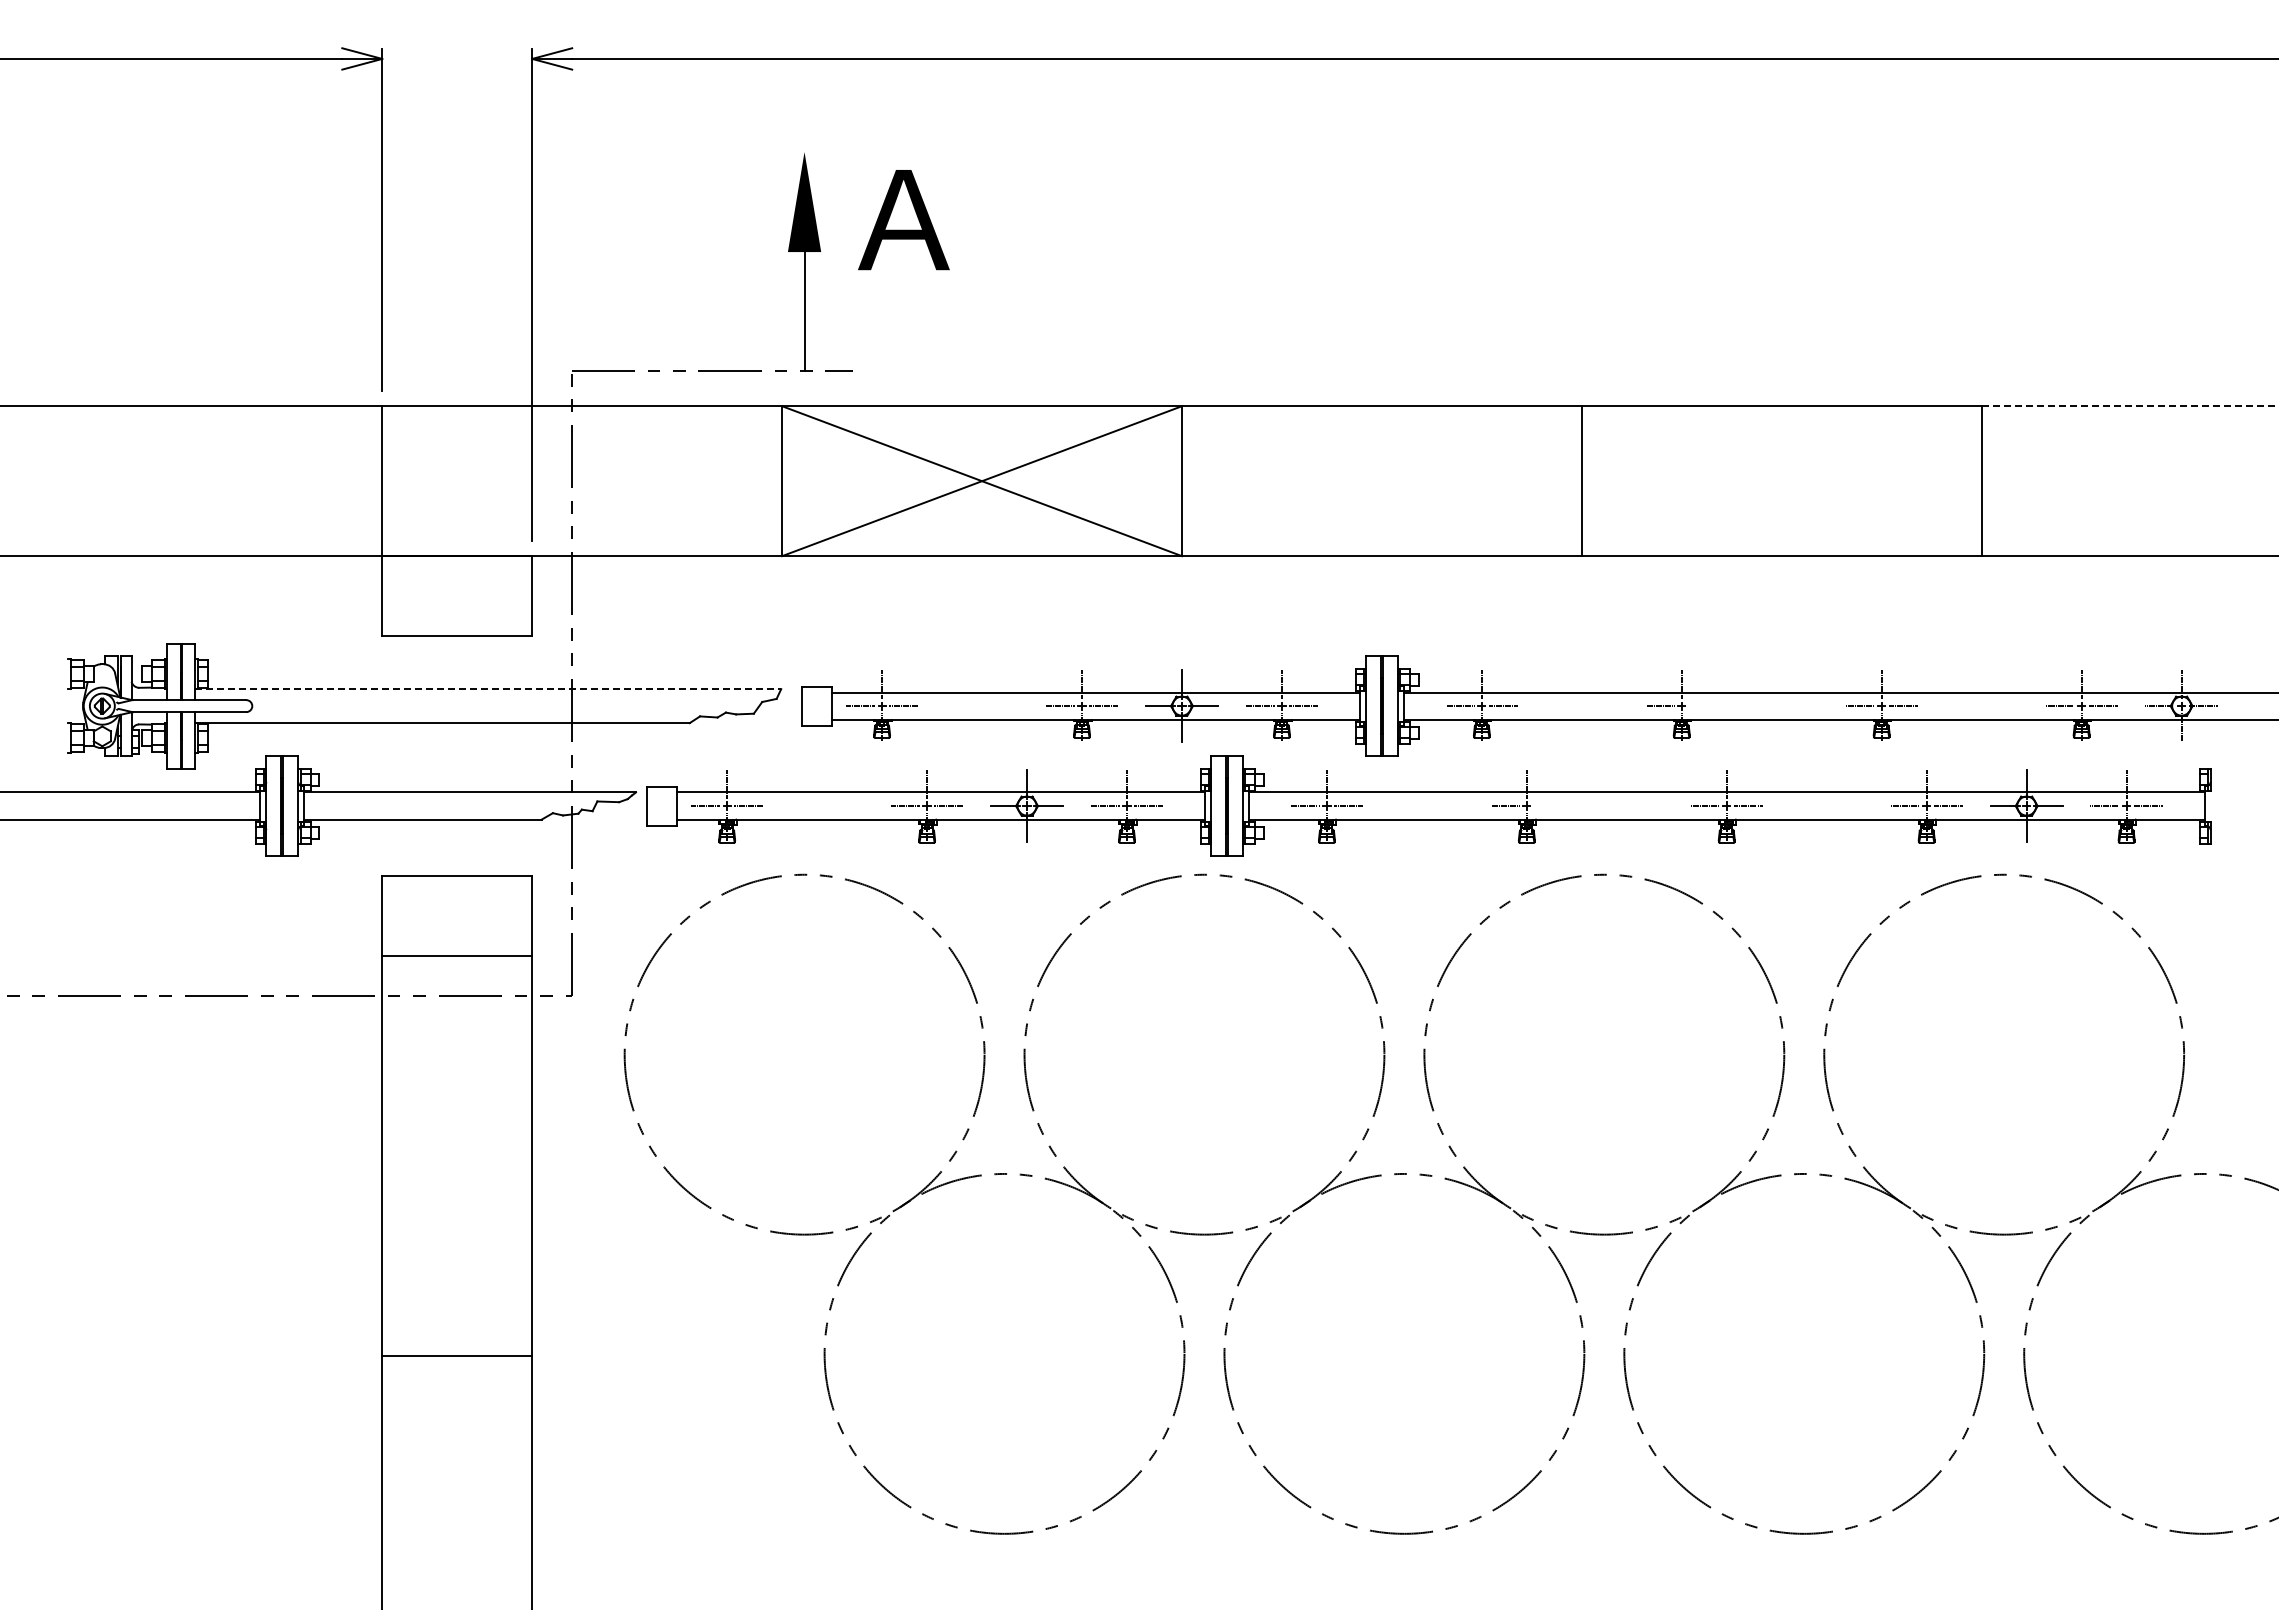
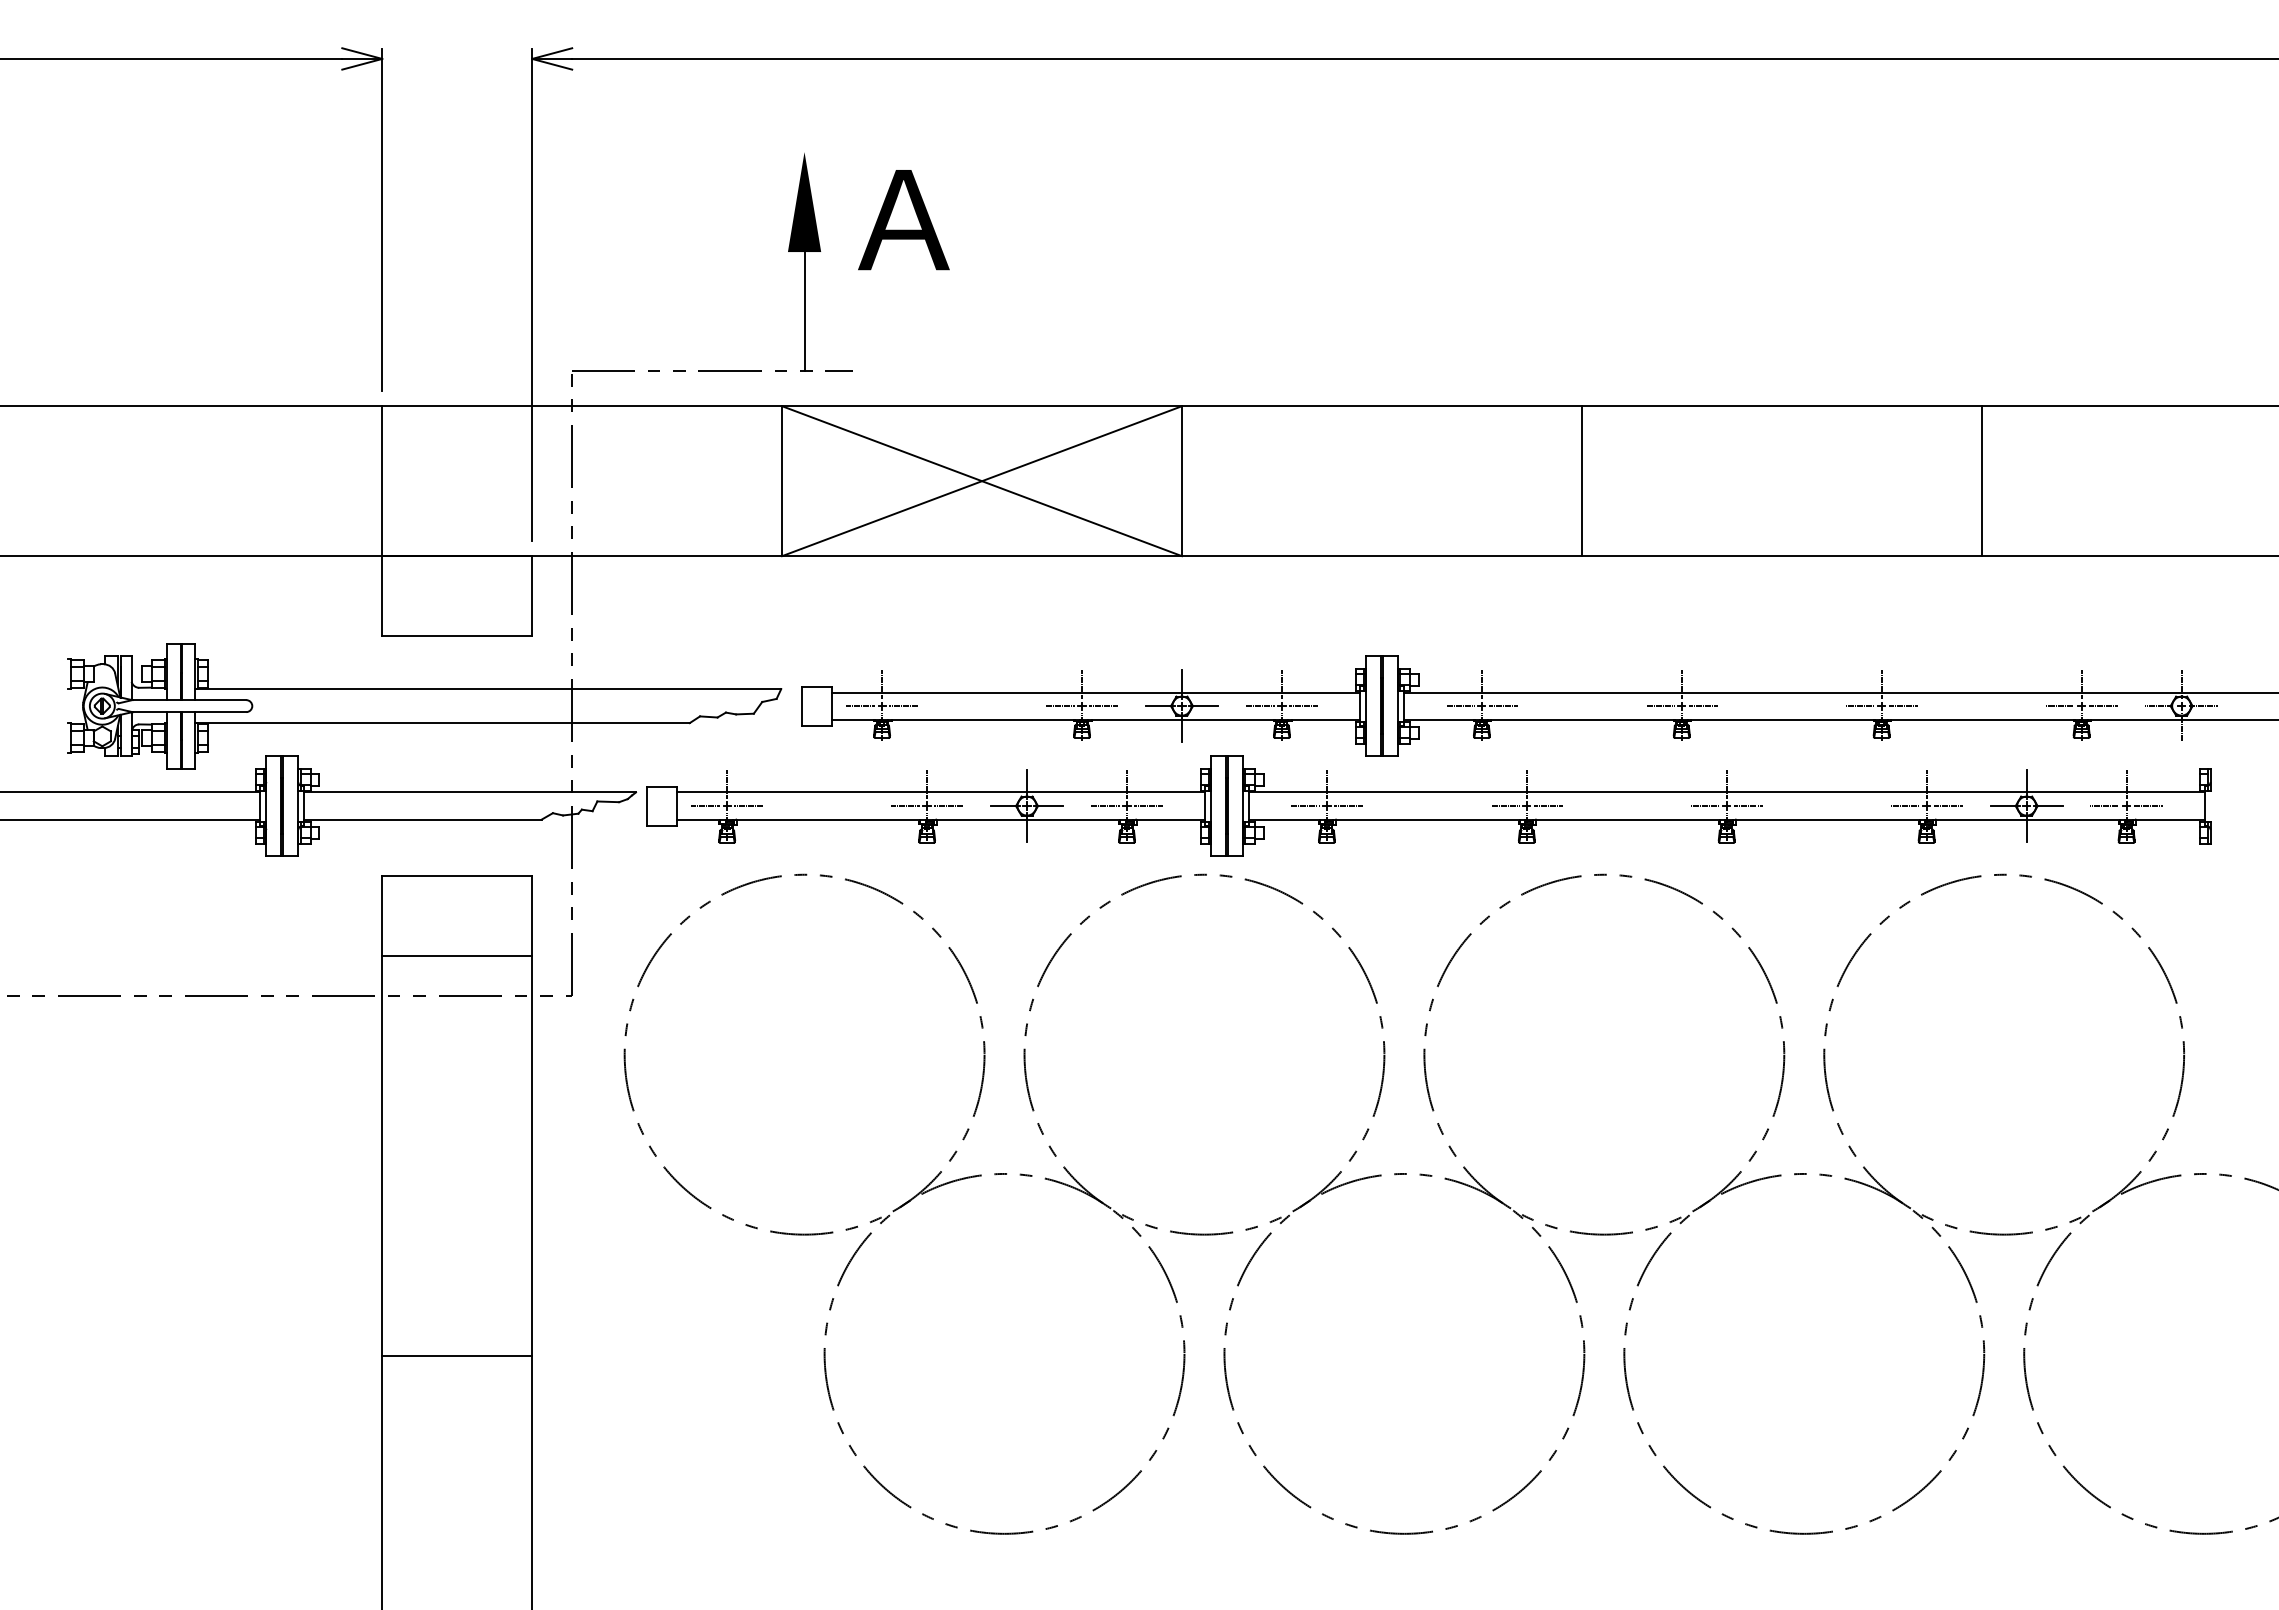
line at (2130, 406): dashed -> solid
line at (488, 689): dashed -> solid
line at (1703, 706): none -> present
line at (1548, 806): none -> present
